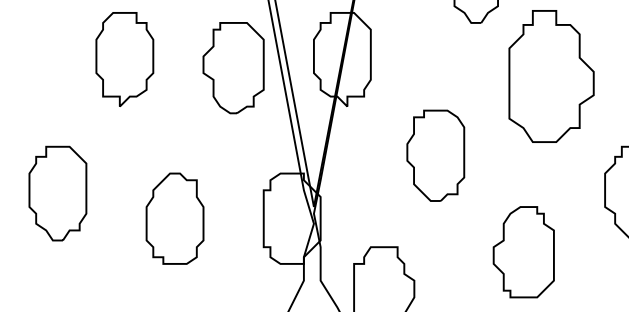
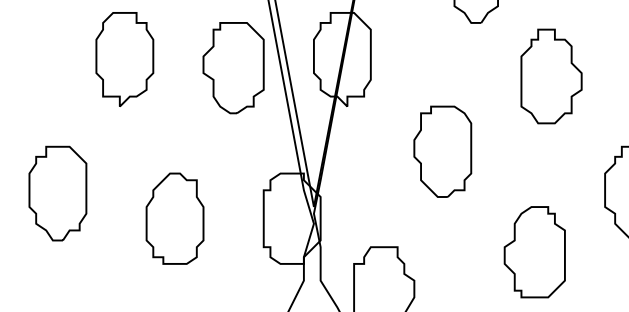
part at (551, 76) size: 87x133 px -> 63x97 px
part at (435, 155) position: (435, 155) -> (442, 151)
part at (523, 252) position: (523, 252) -> (534, 252)
